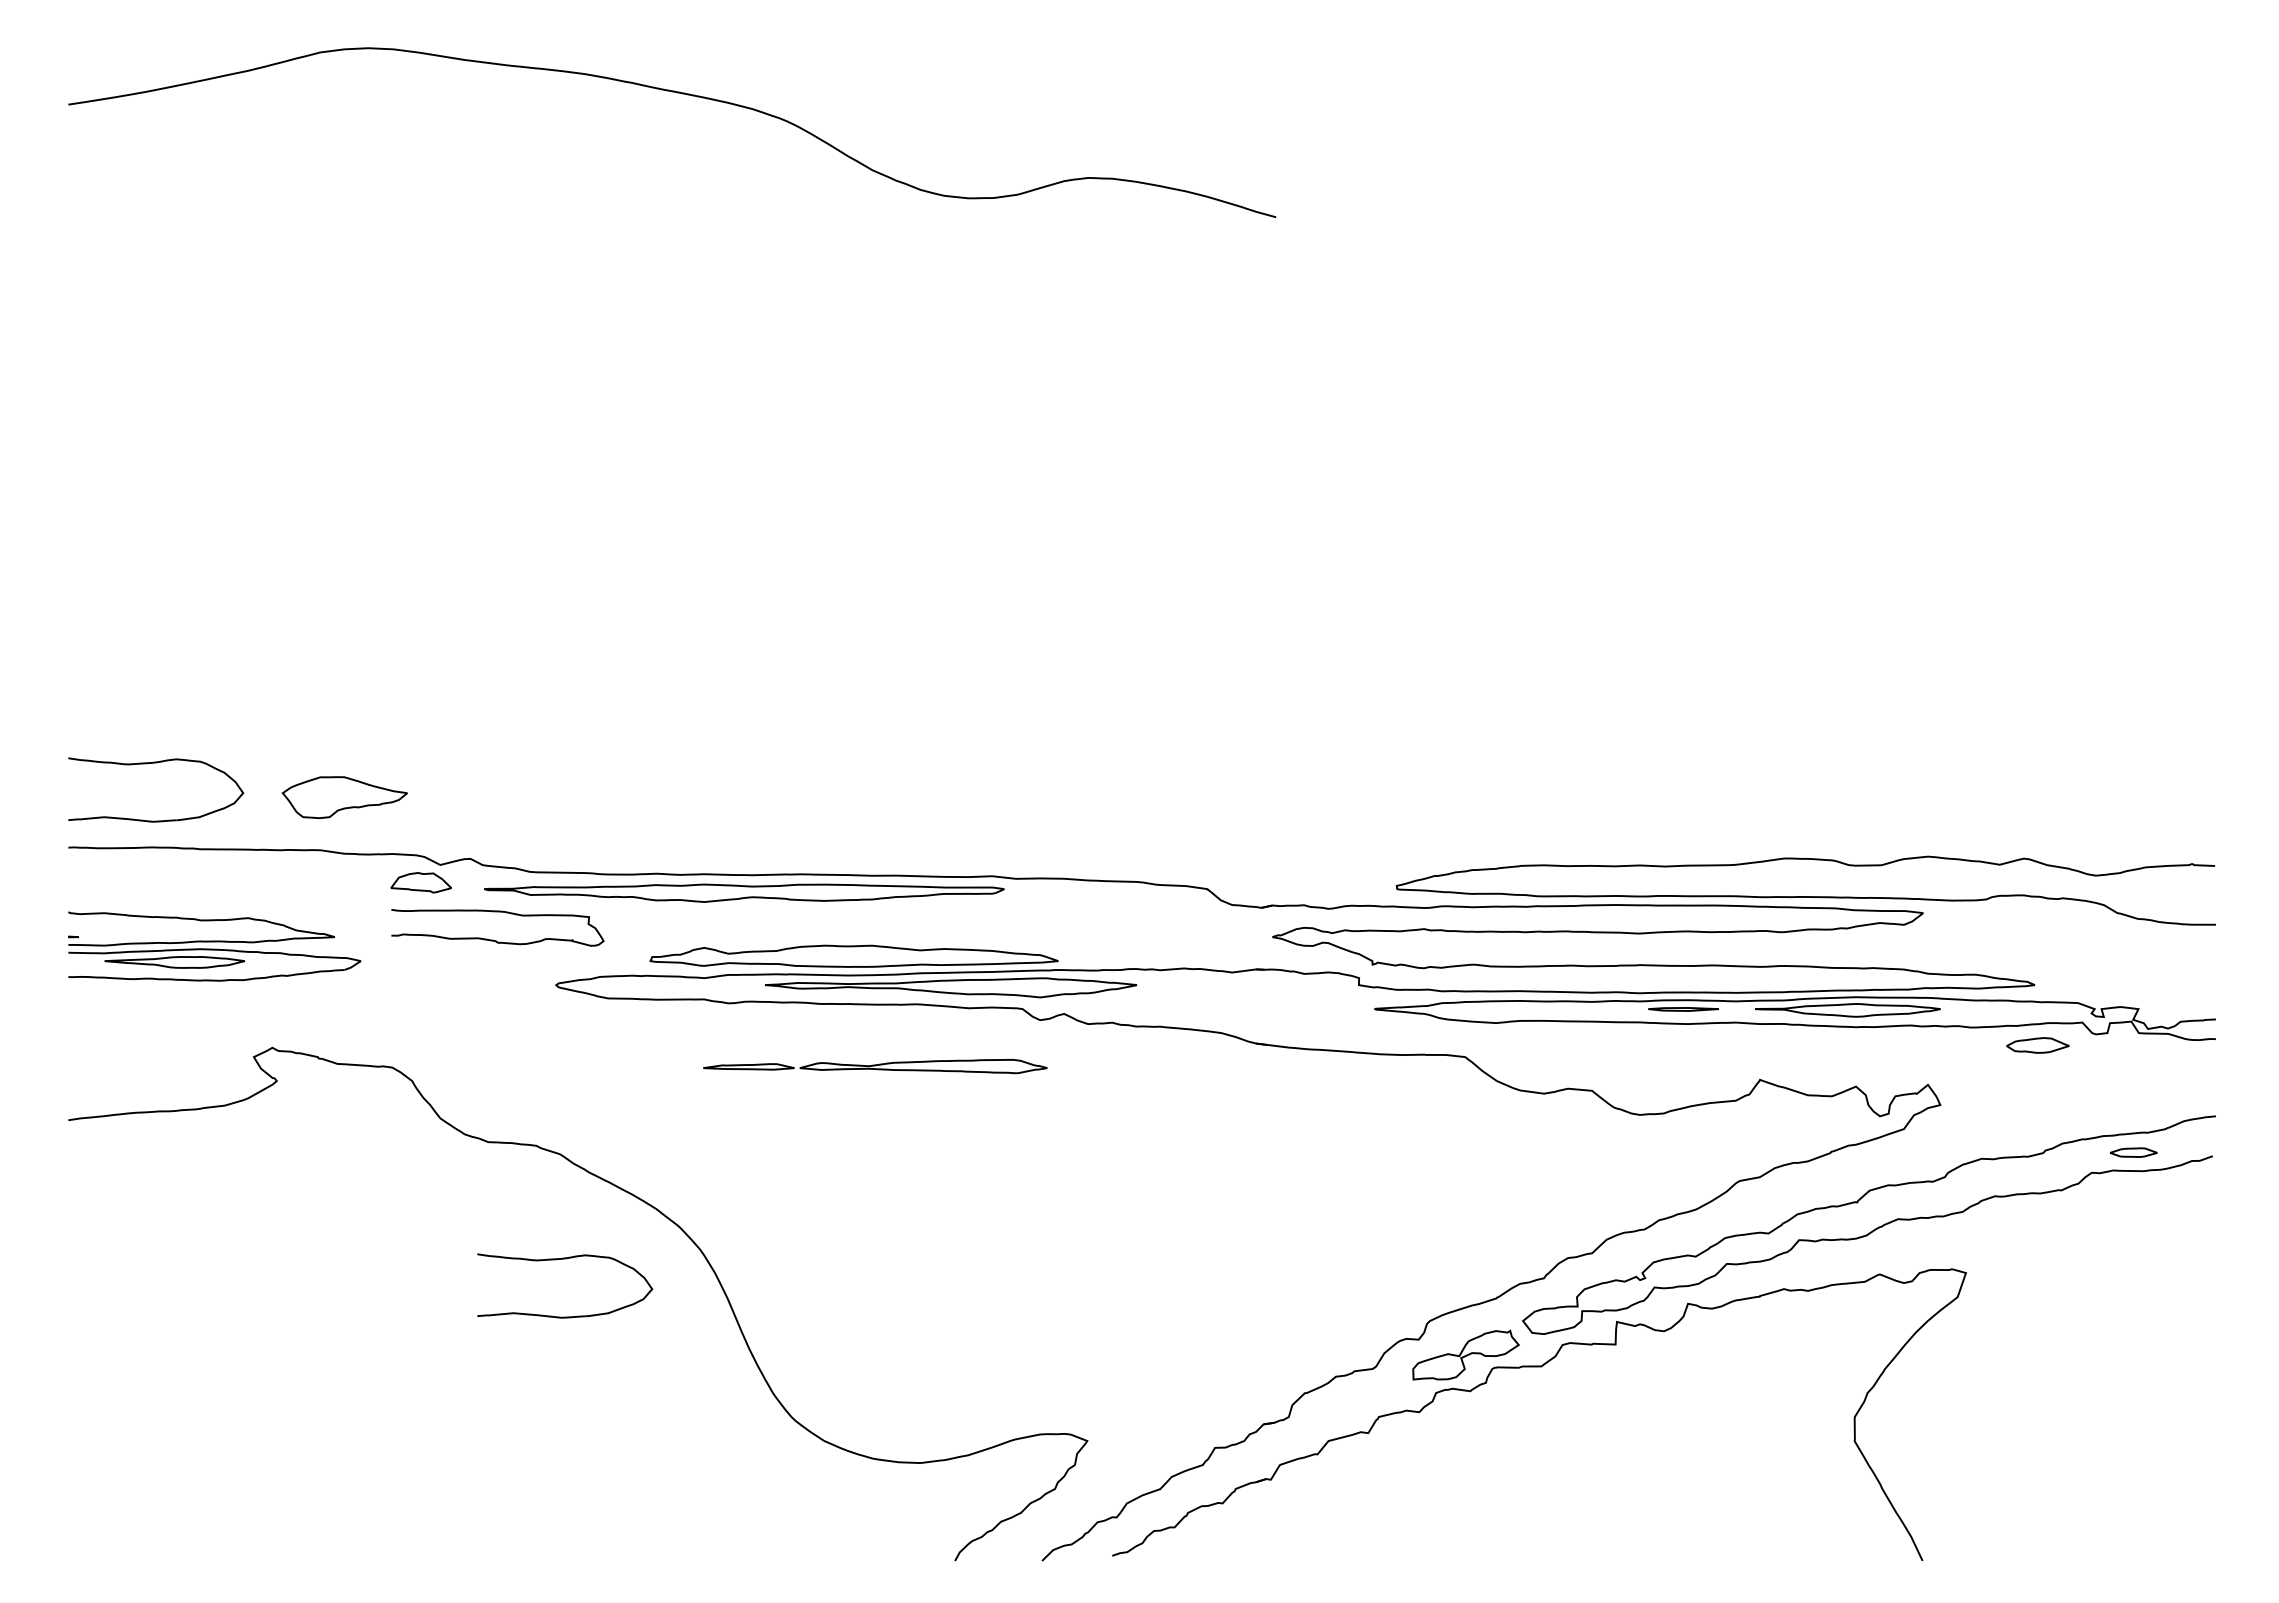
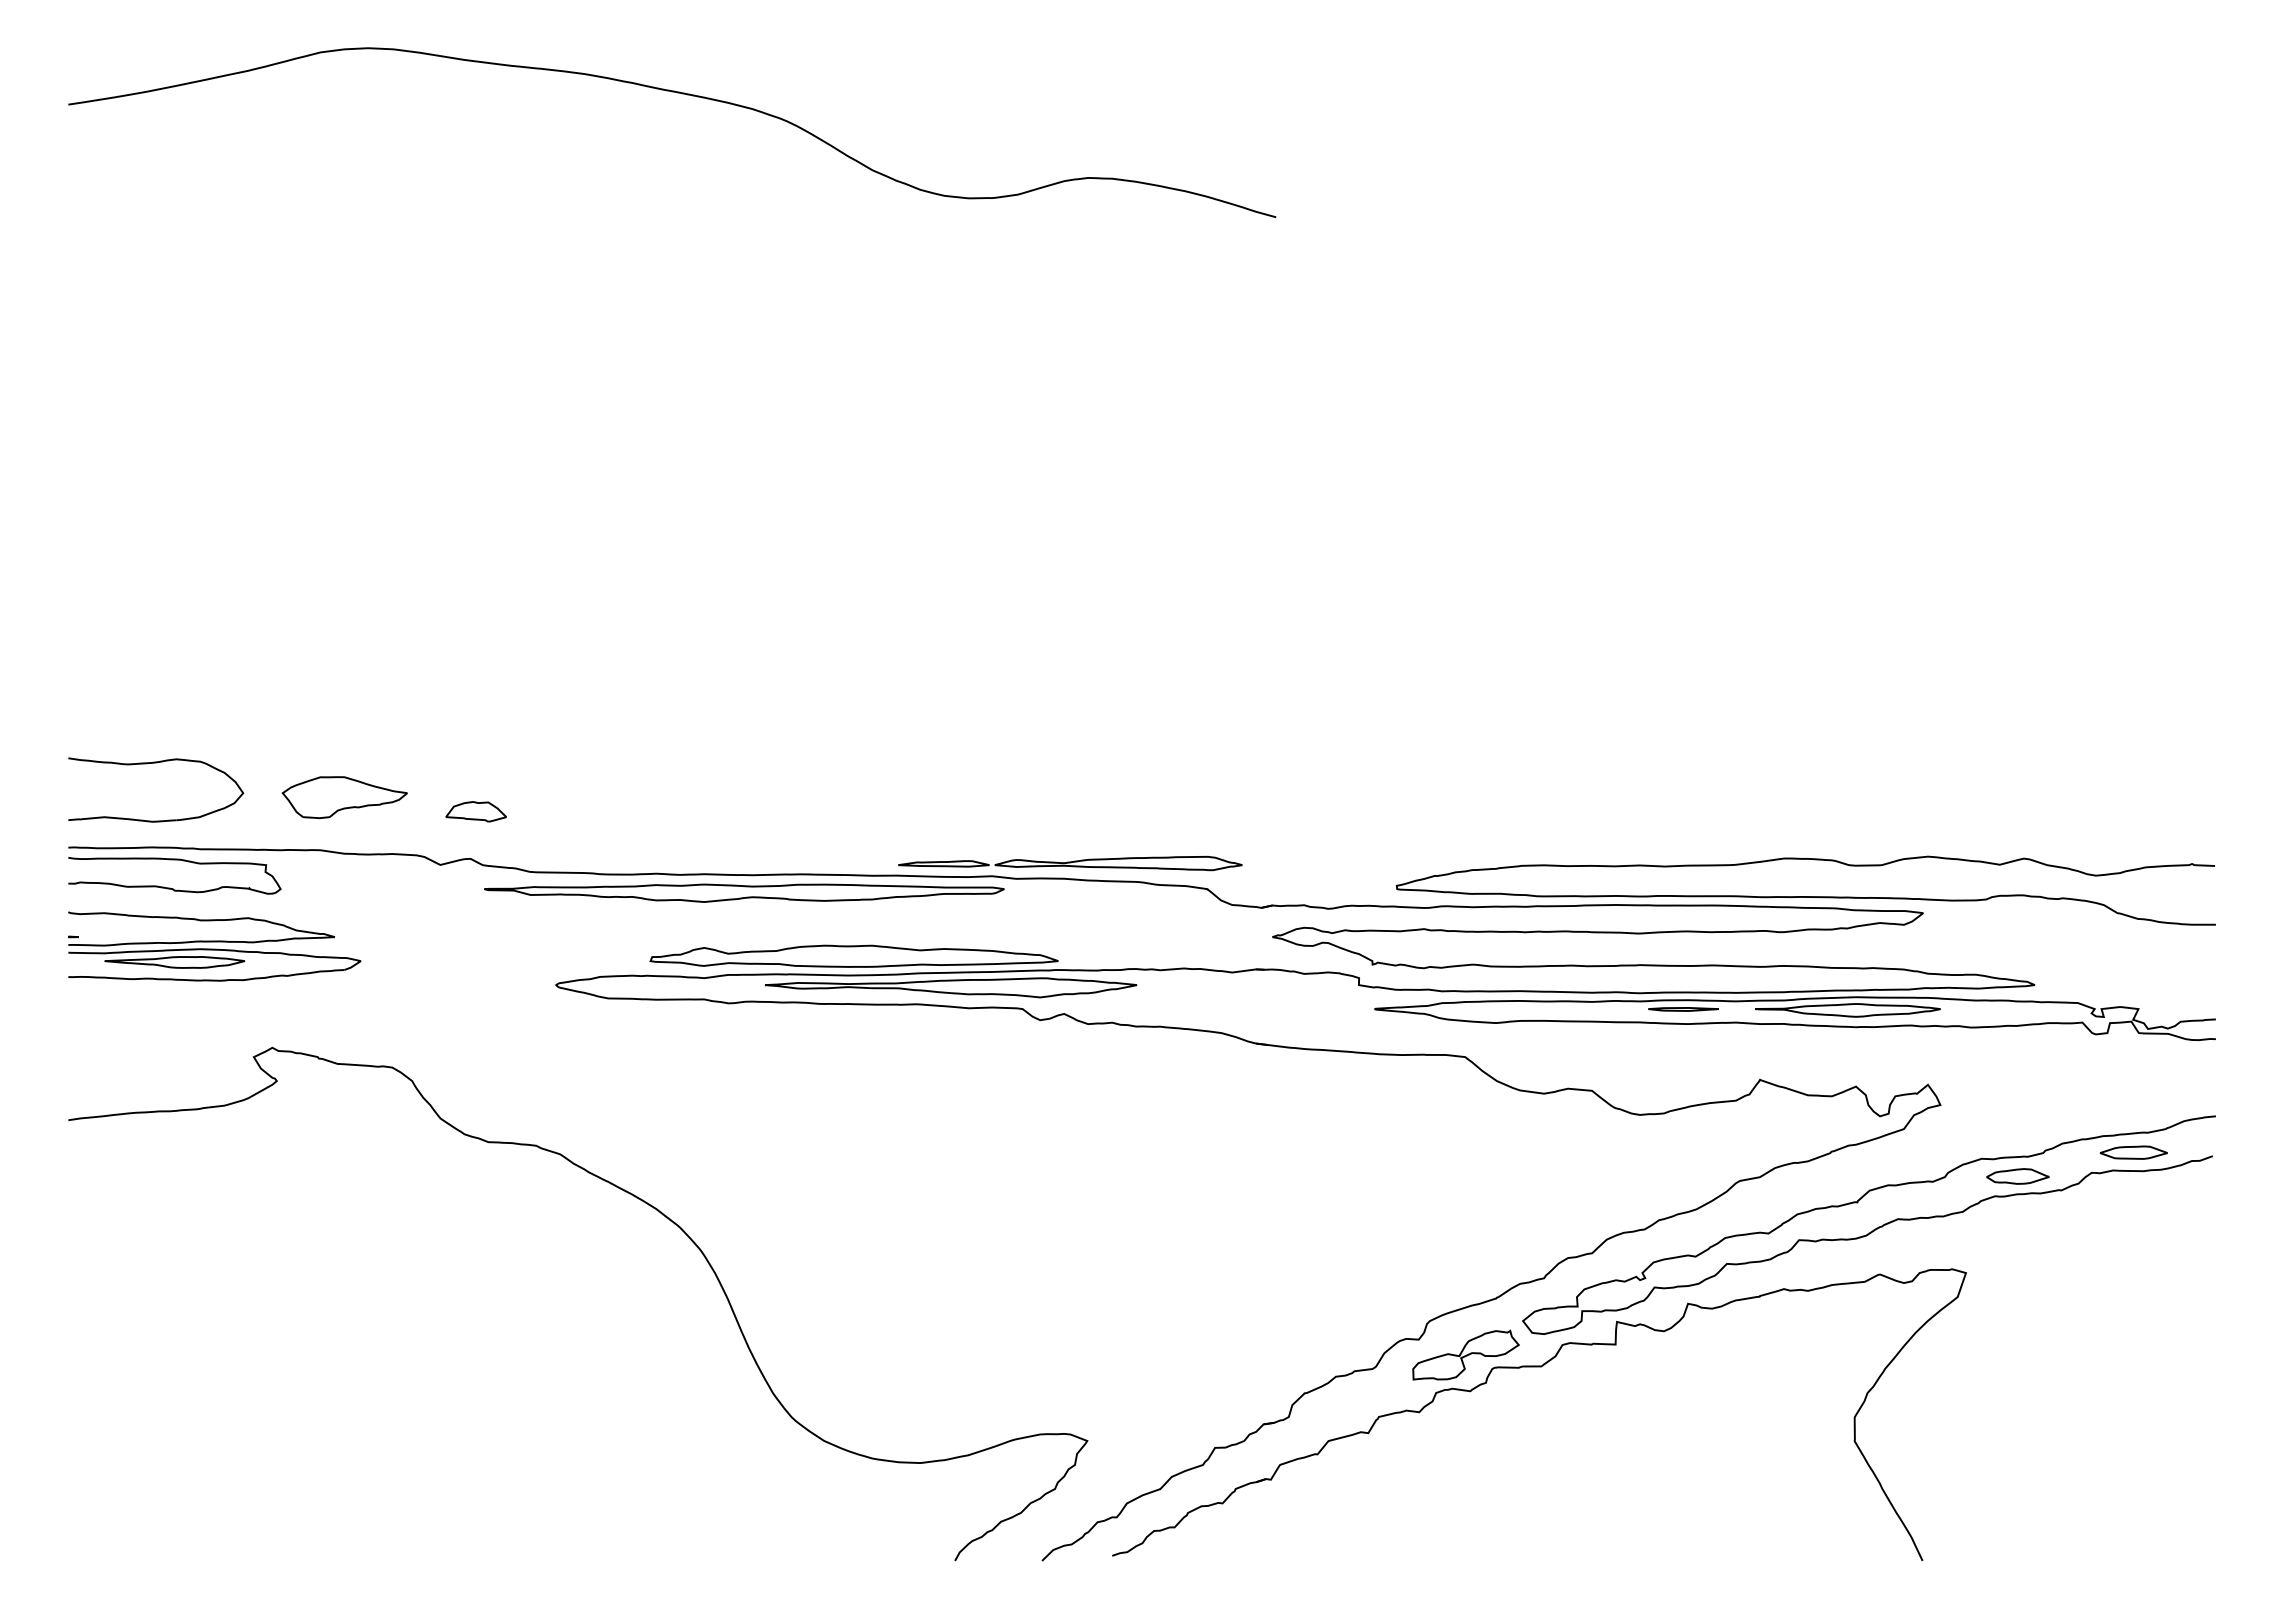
part at (420, 882) position: (420, 882) -> (475, 811)
curve at (493, 939) position: (493, 939) -> (170, 887)
part at (2037, 1045) position: (2037, 1045) -> (2017, 1176)
part at (875, 1066) position: (875, 1066) -> (1070, 863)
part at (2133, 1152) size: 49x11 px -> 69x15 px
part at (565, 1259): present -> none
